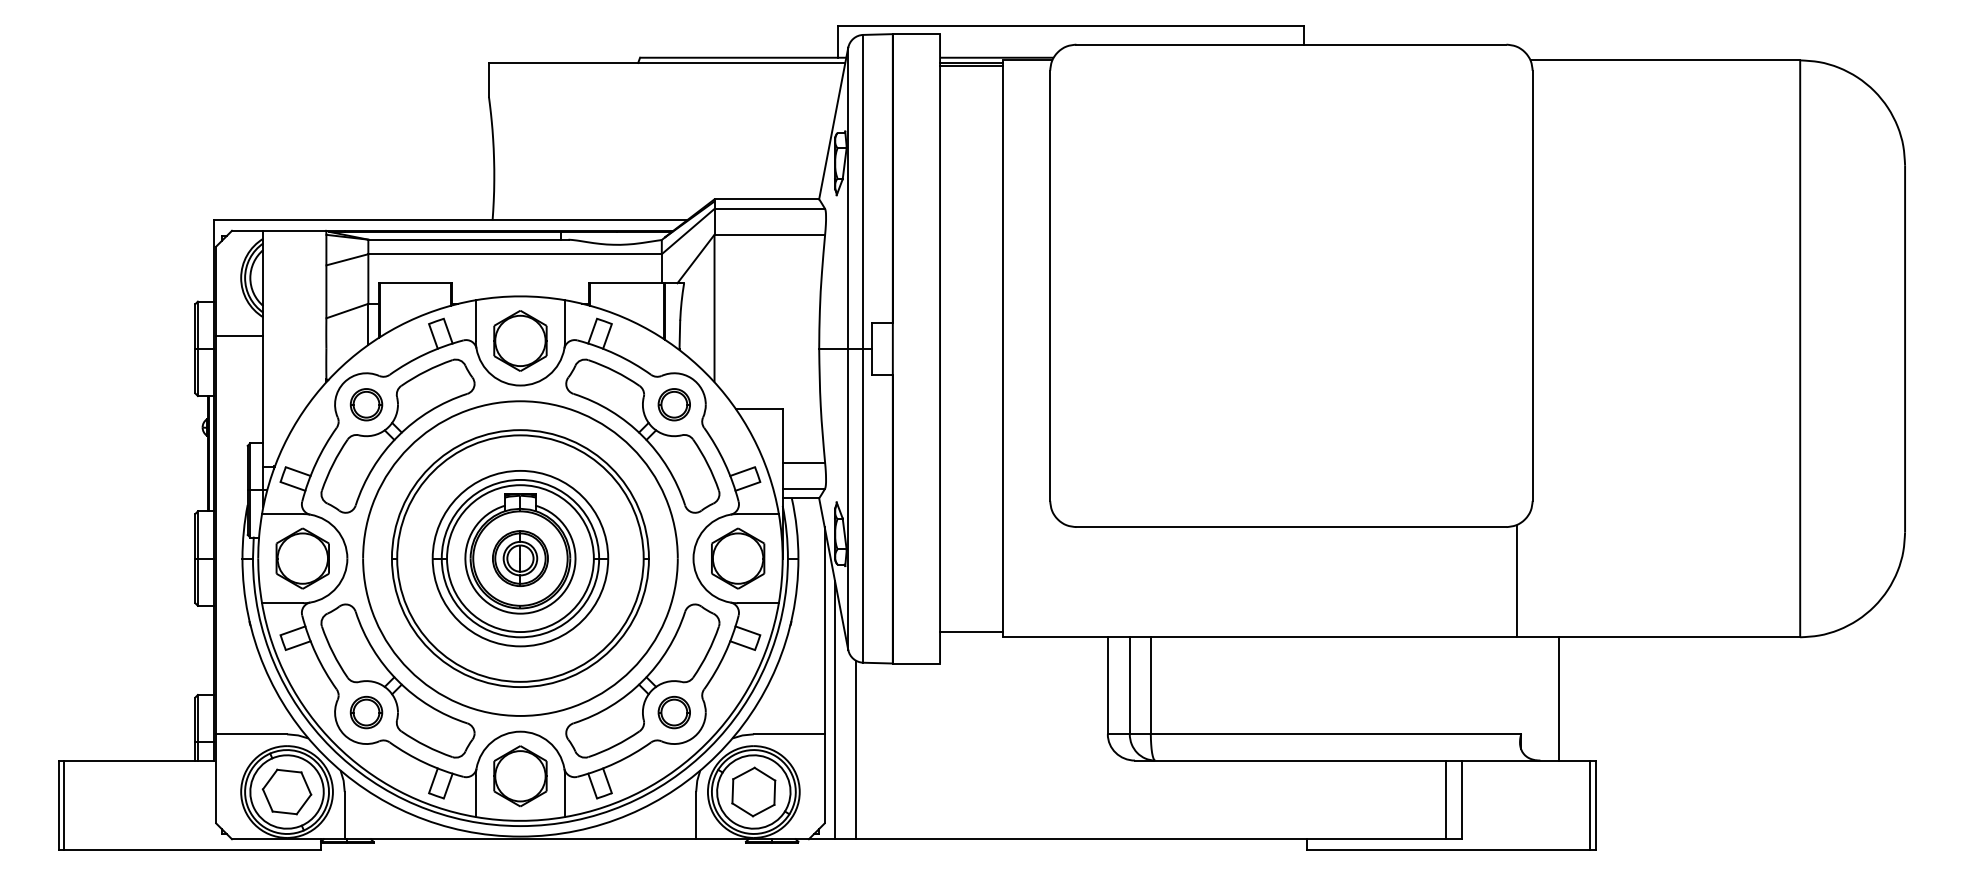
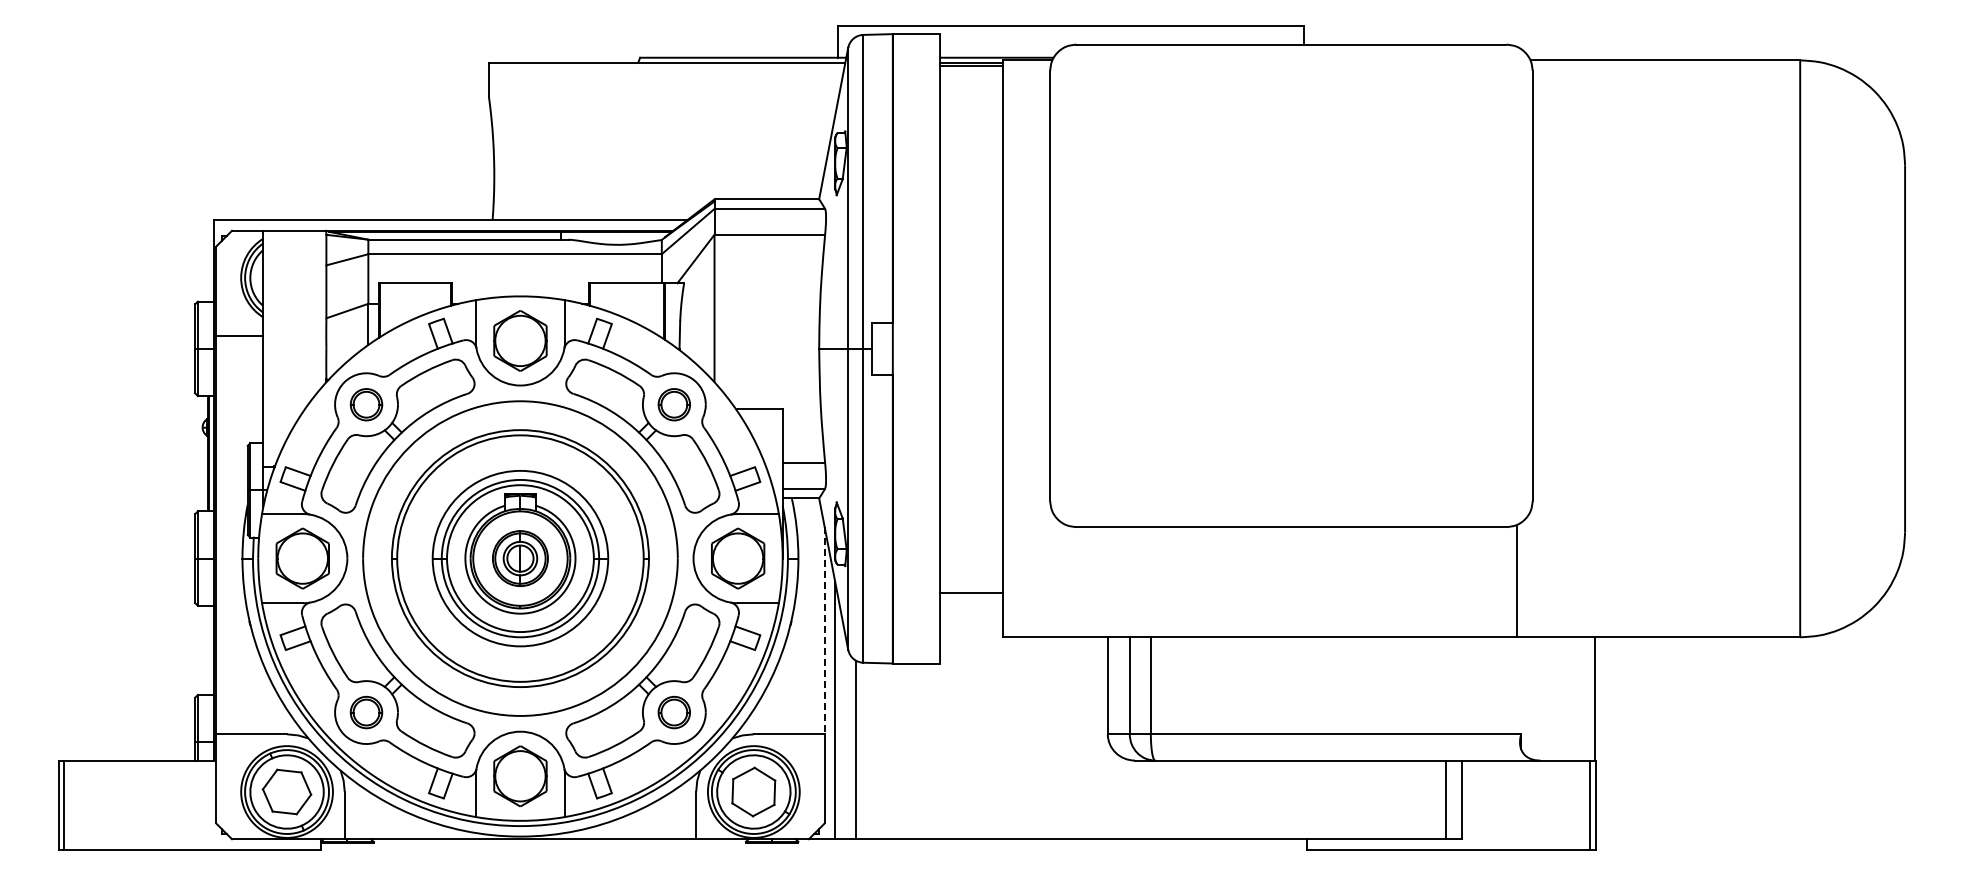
line at (824, 630): solid -> dashed
line at (971, 632) position: (971, 632) -> (971, 593)
line at (1558, 698) position: (1558, 698) -> (1594, 698)
